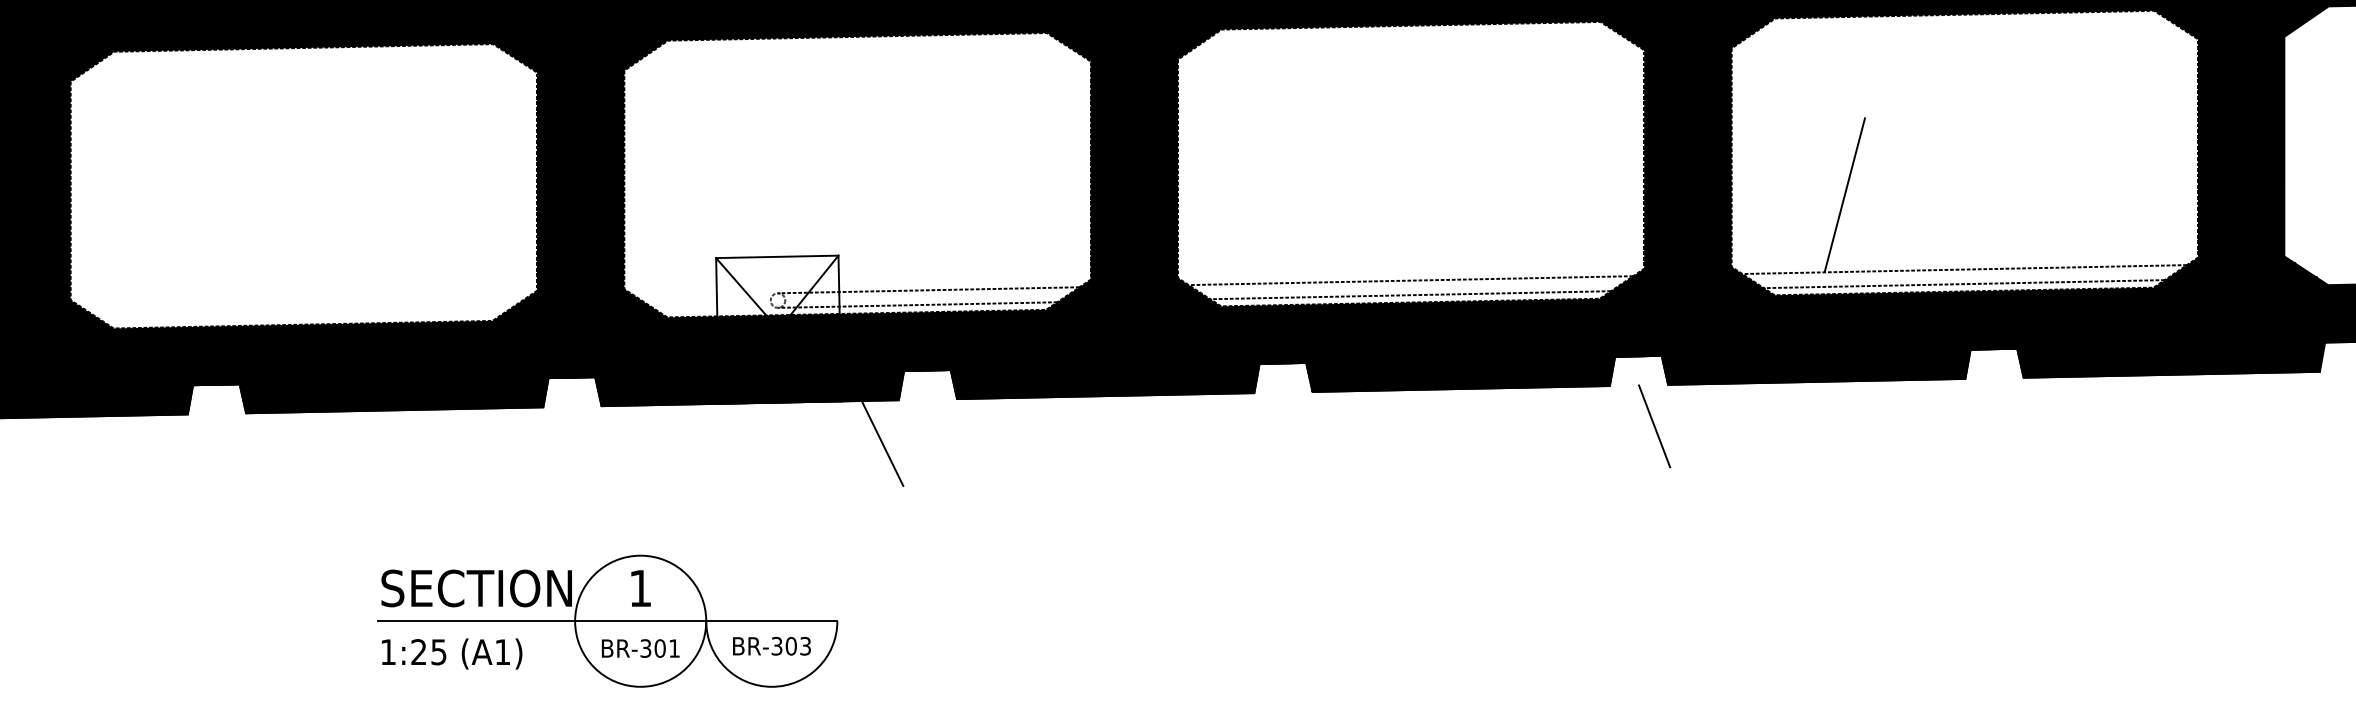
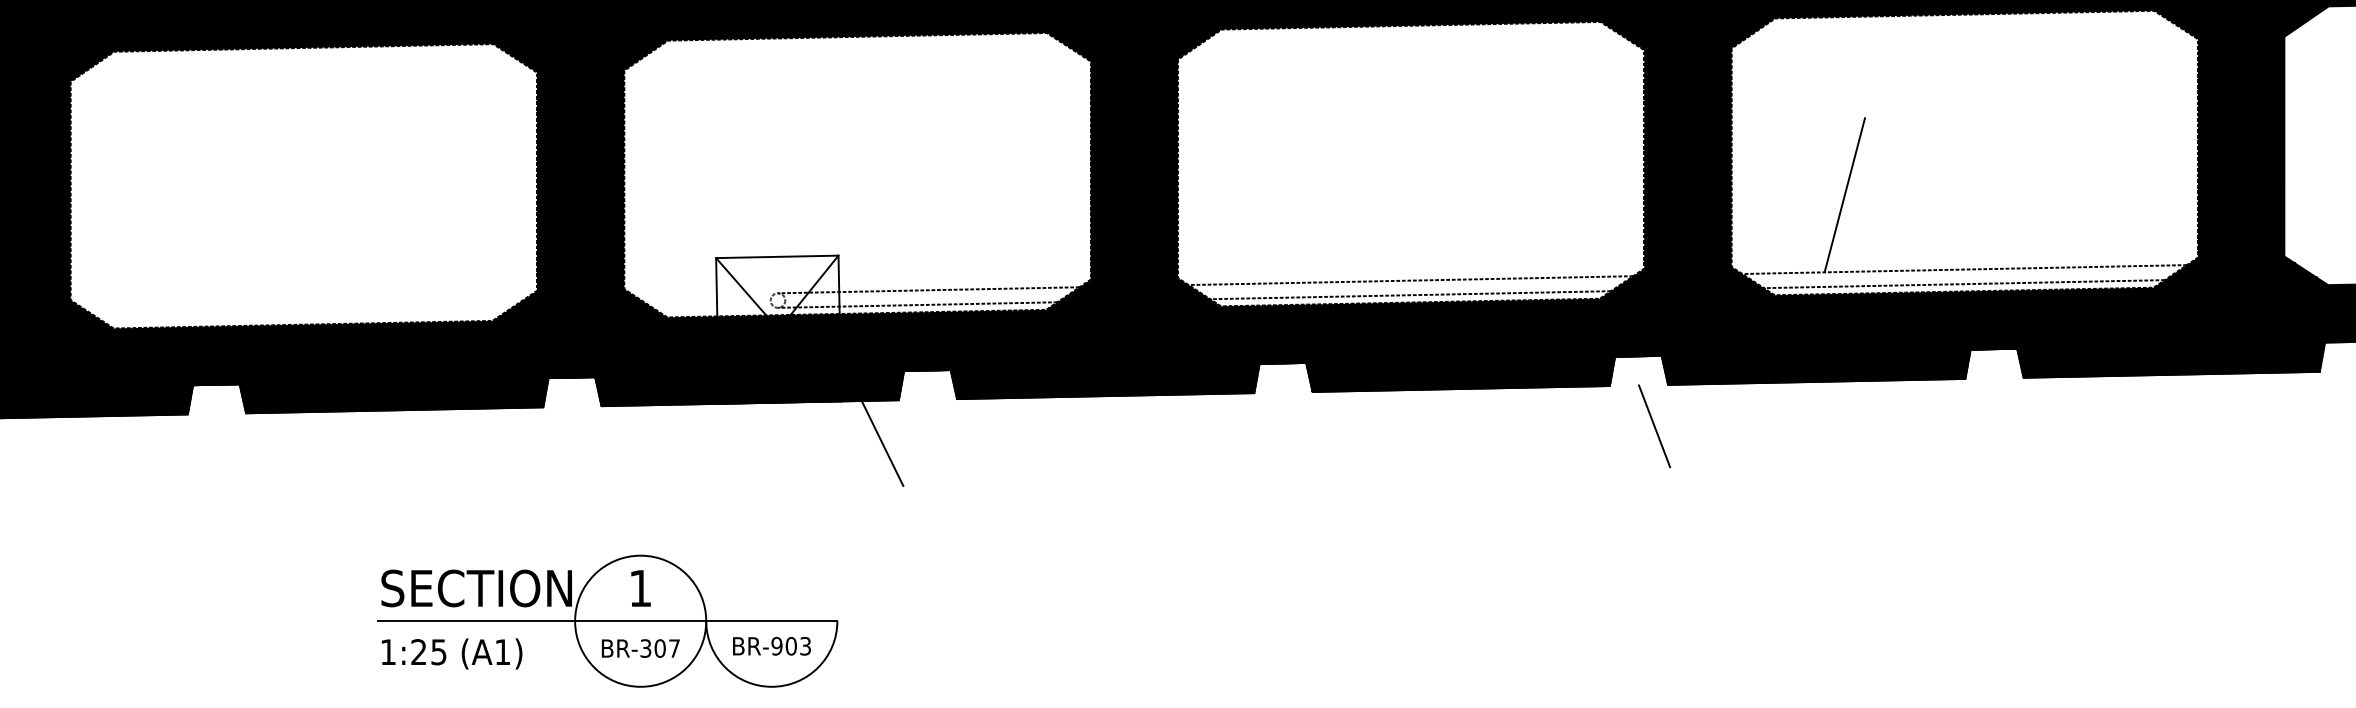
text at (776, 646): BR-303 -> BR-903
text at (674, 648): BR-301 -> BR-307
